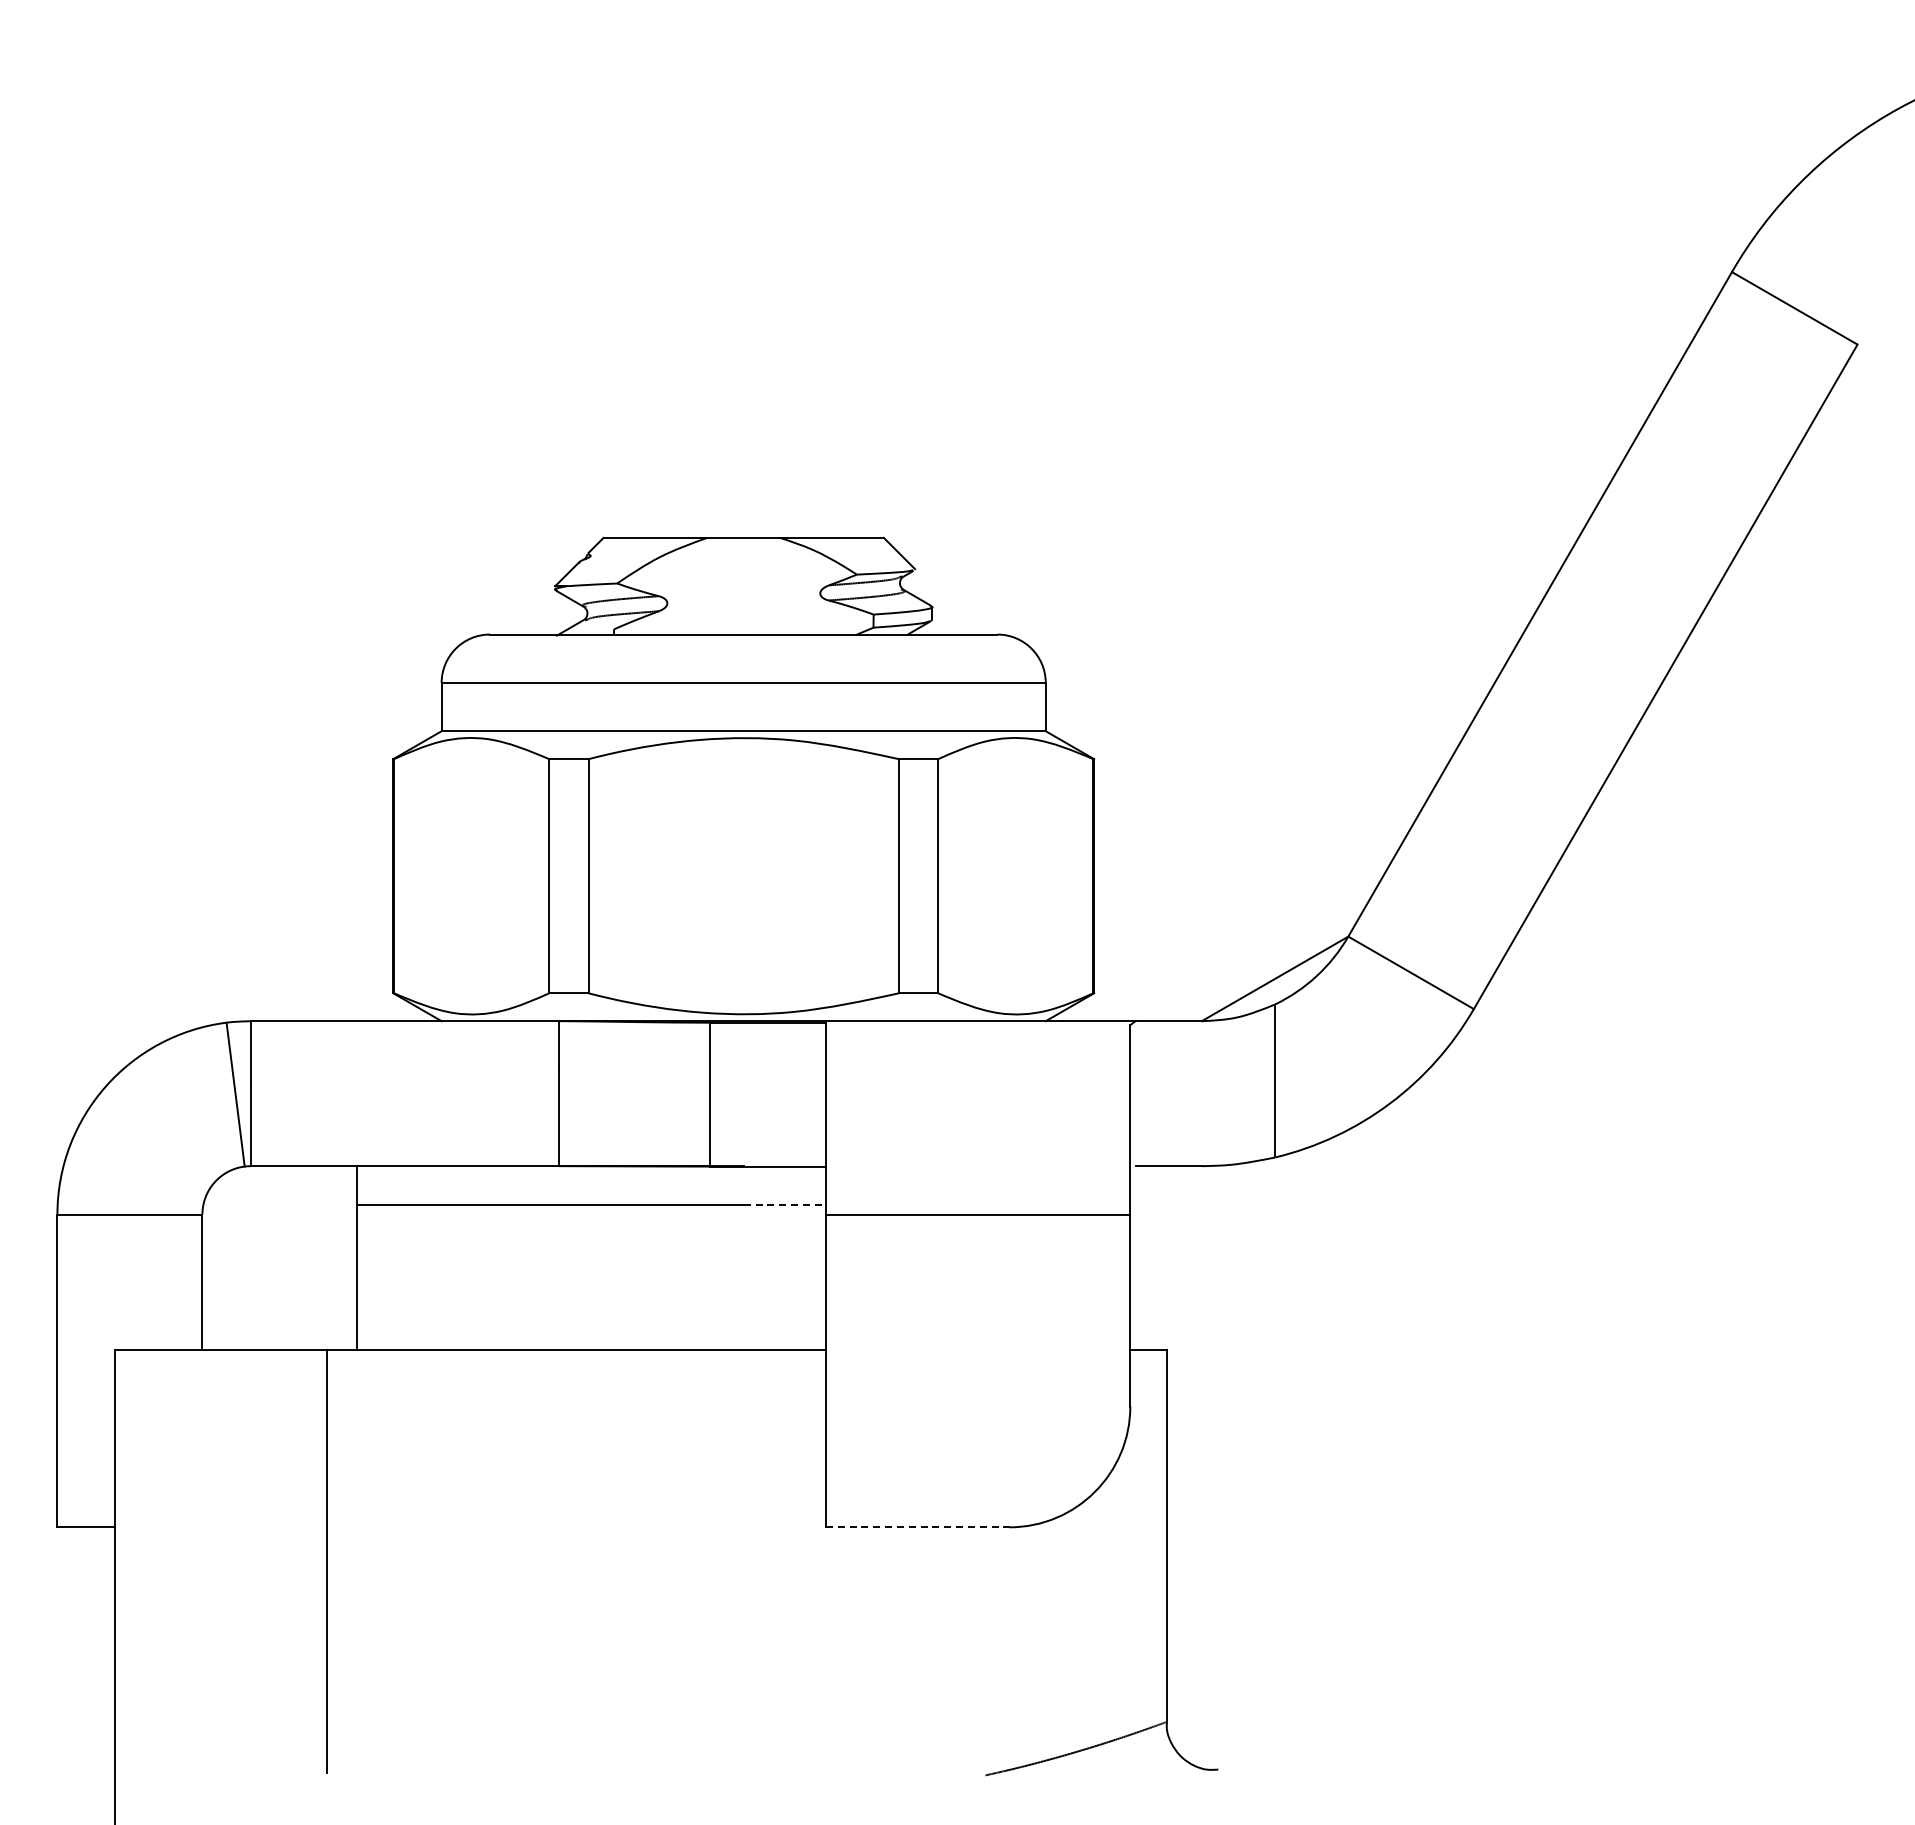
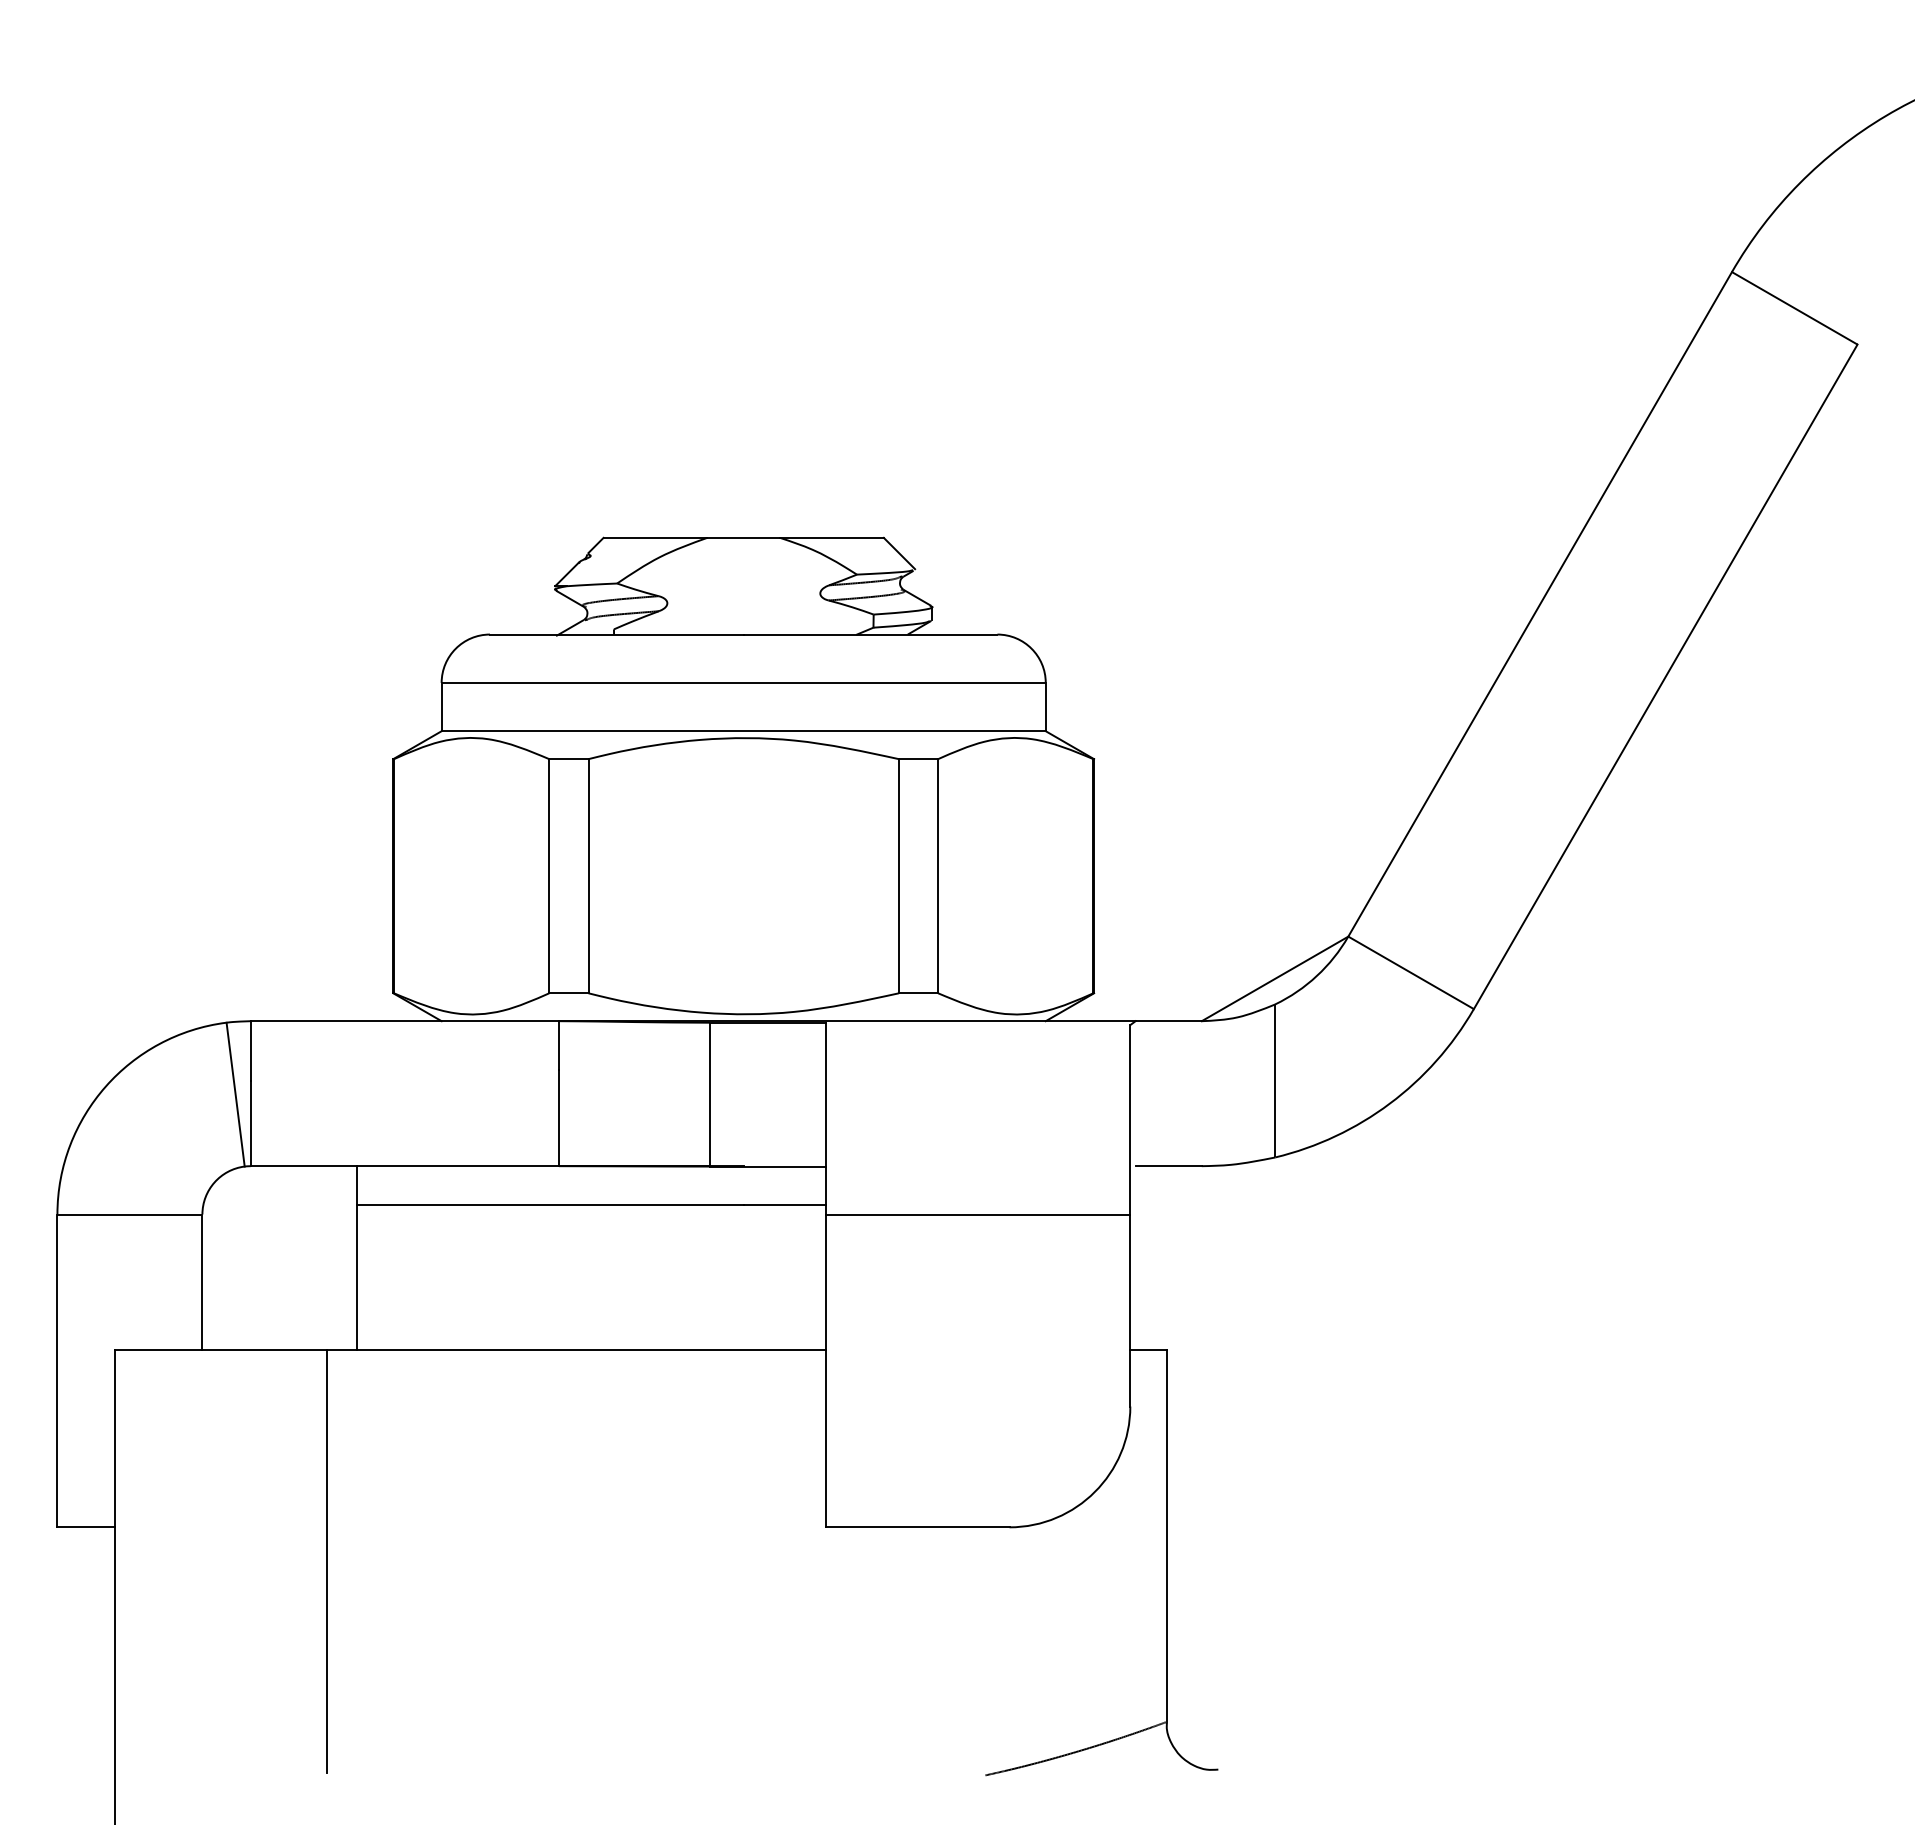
line at (785, 1204): dashed -> solid
line at (917, 1527): dashed -> solid
